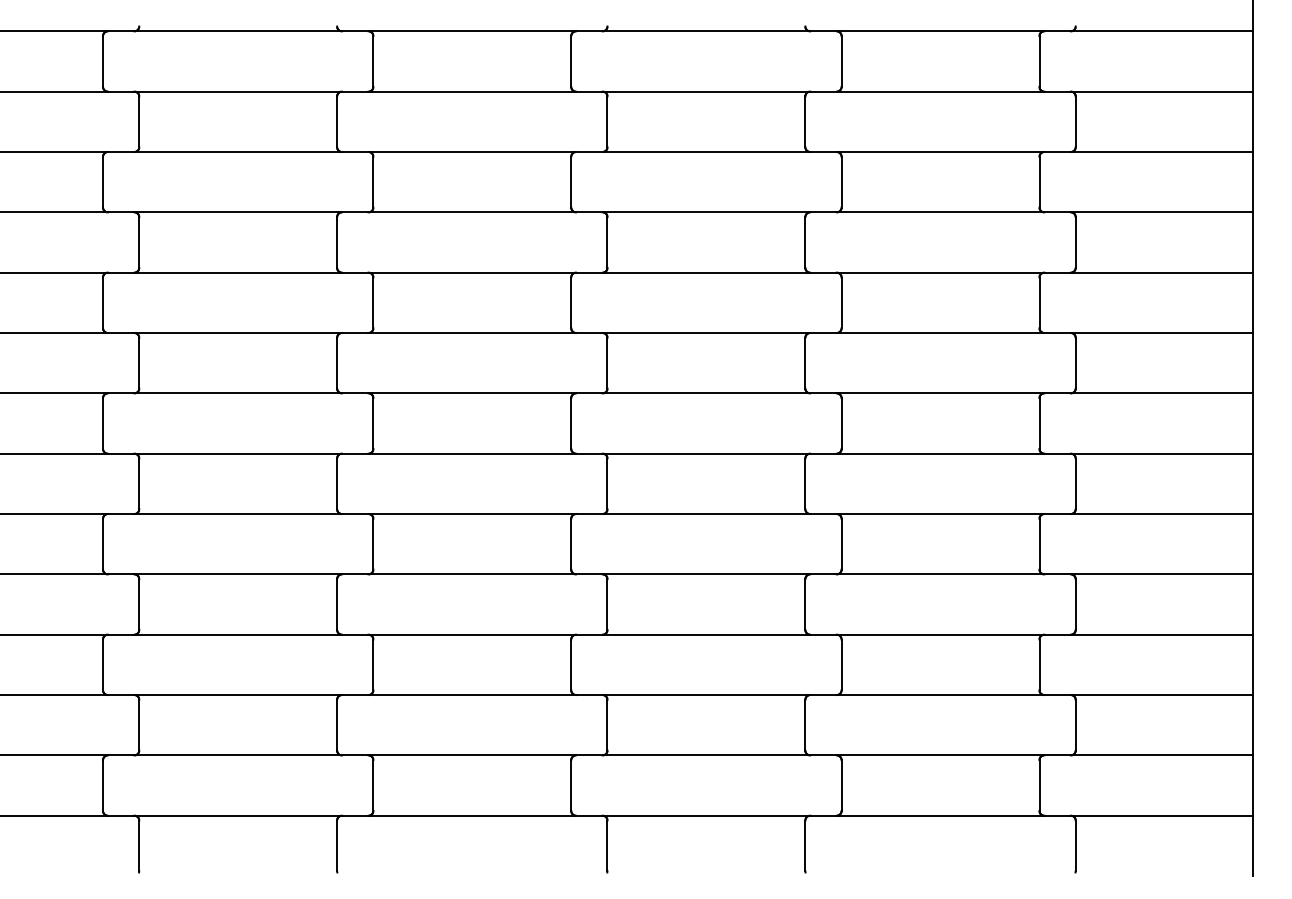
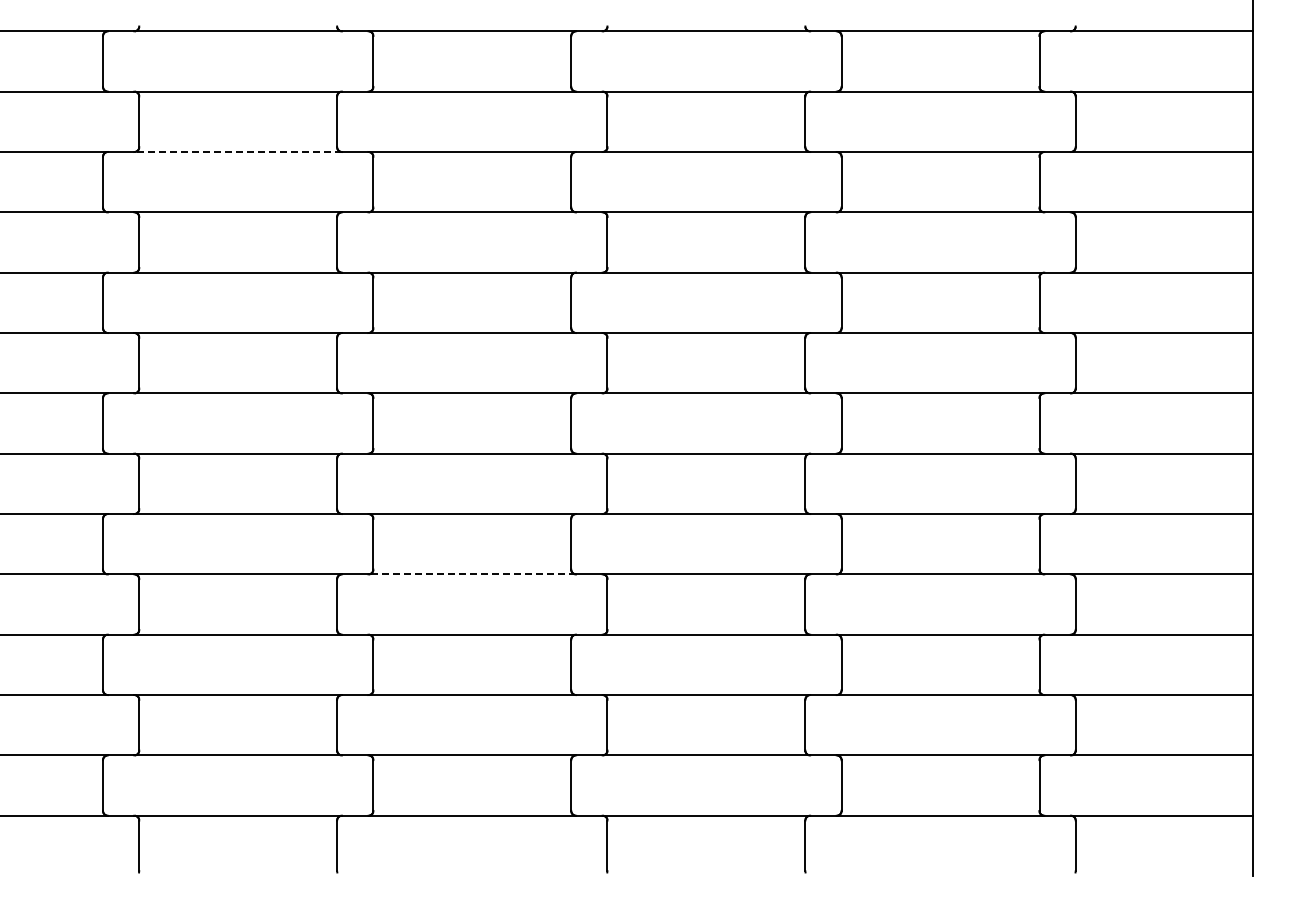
line at (238, 152): solid -> dashed
line at (472, 574): solid -> dashed
